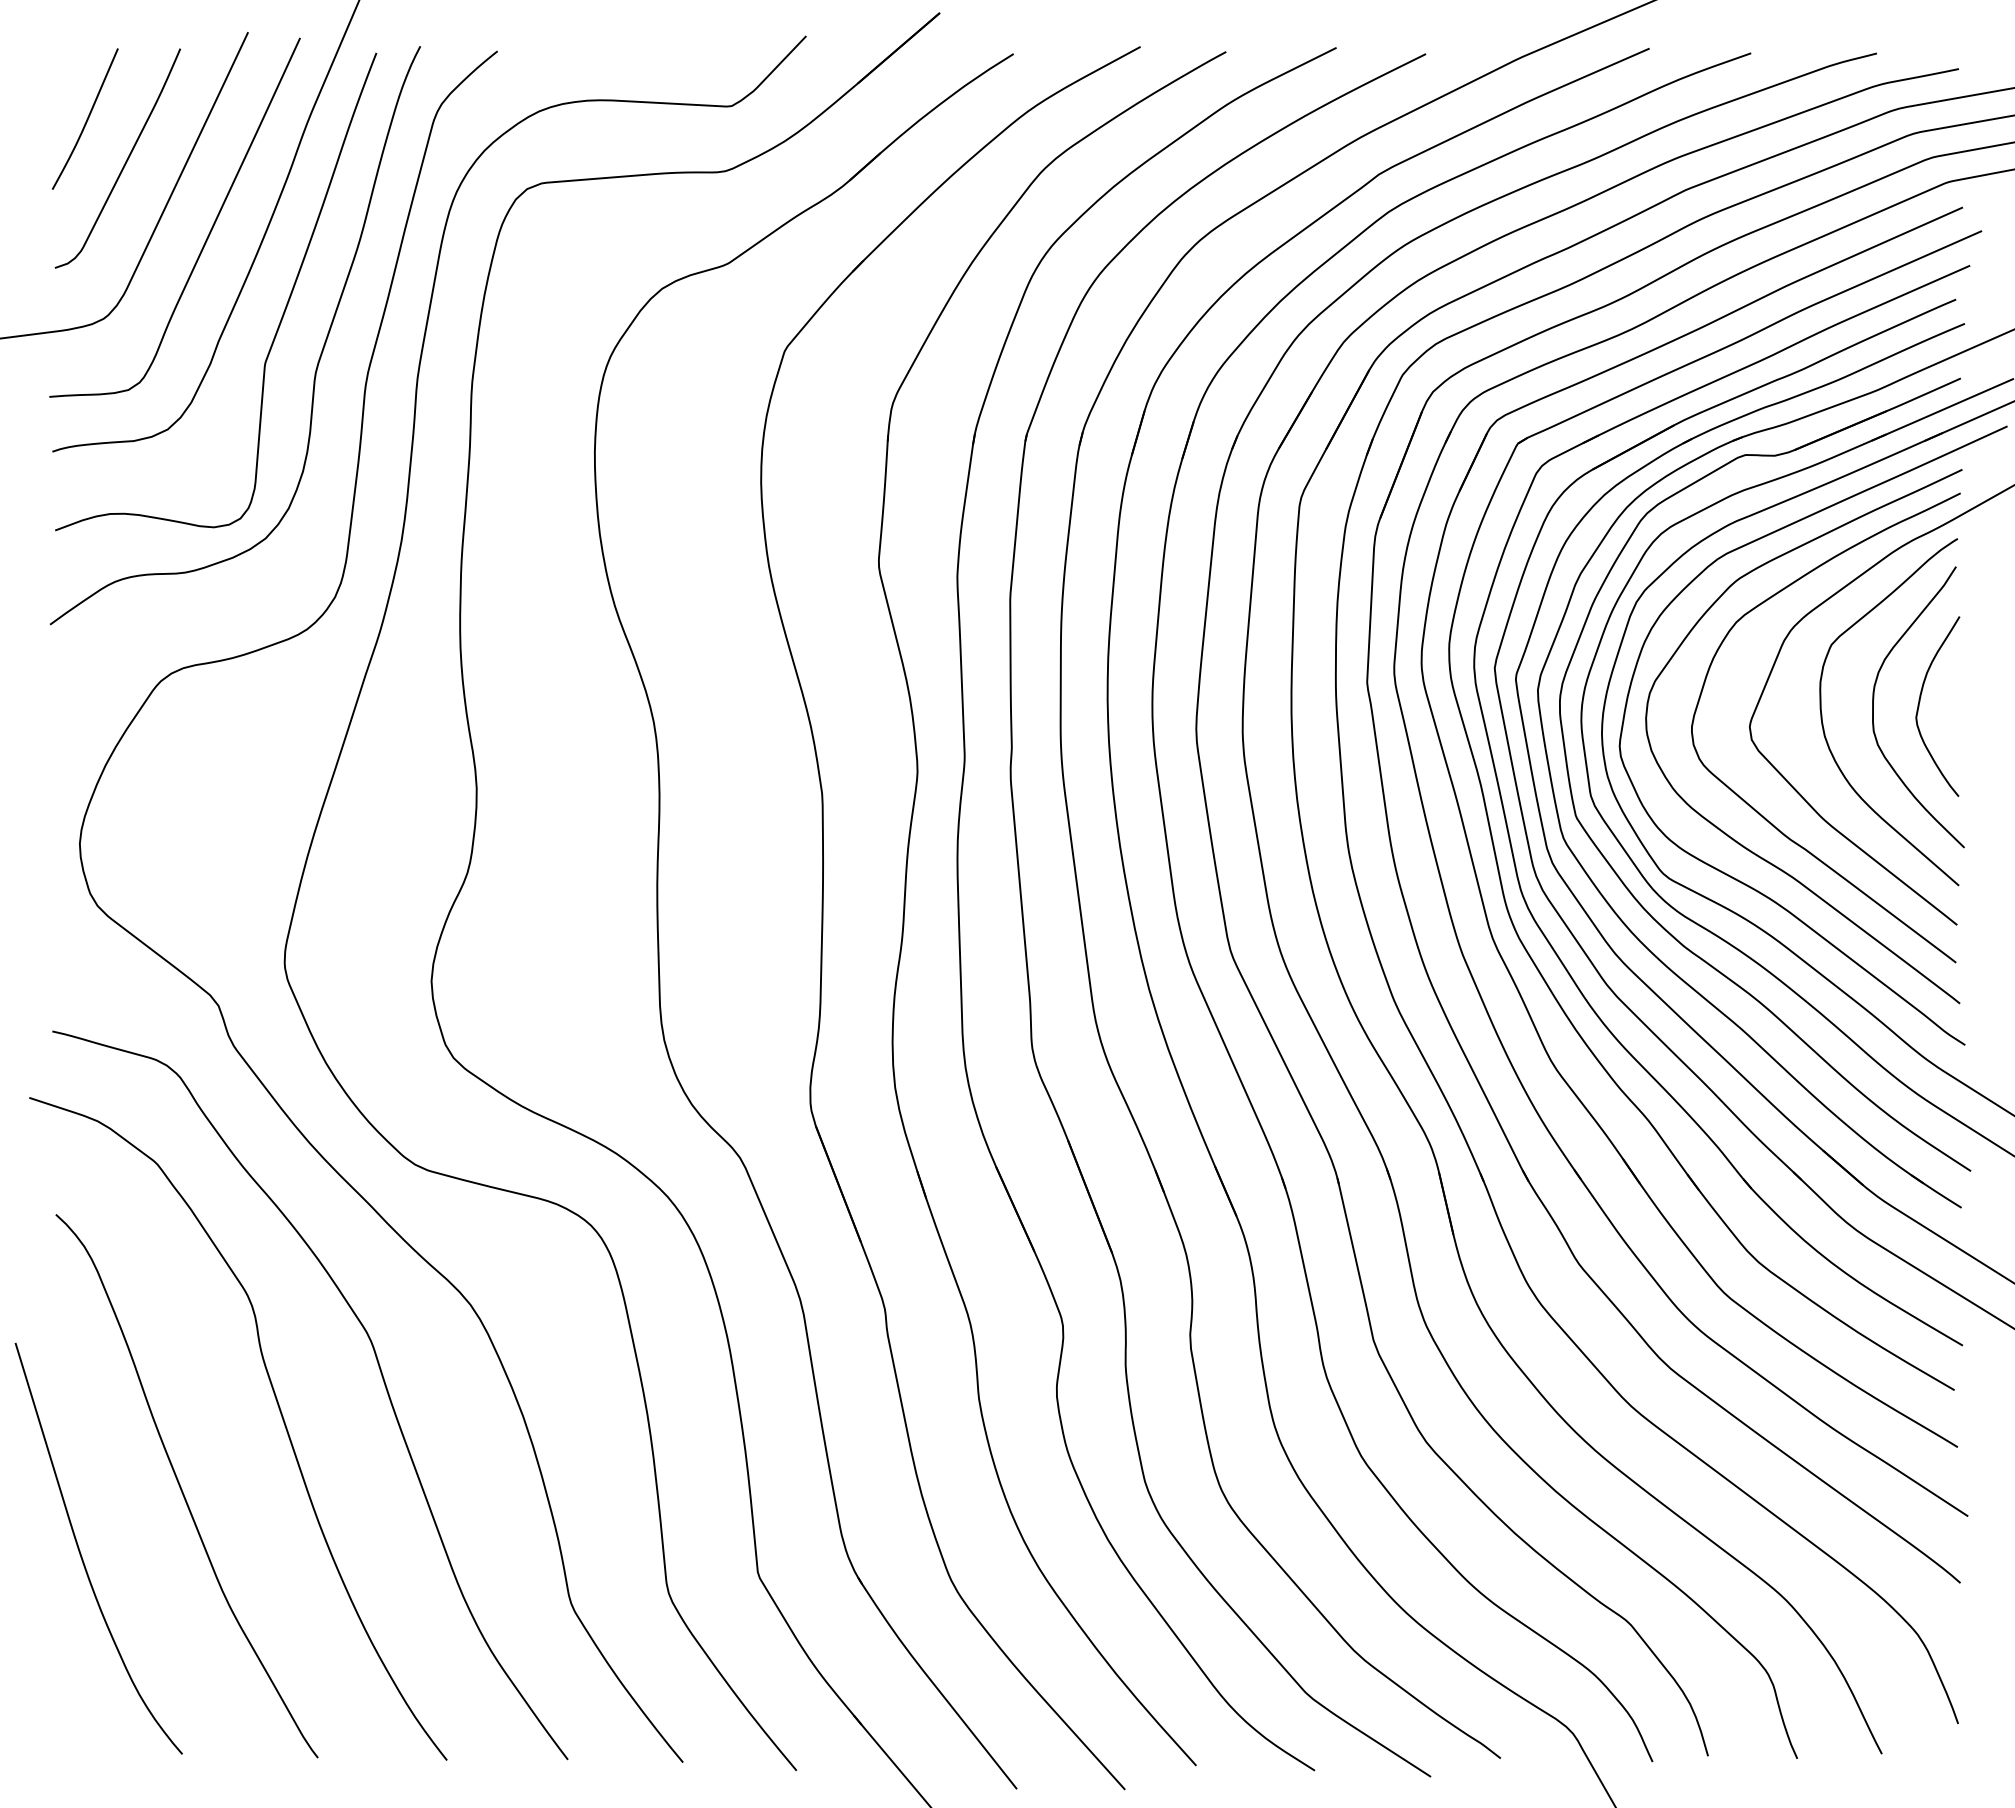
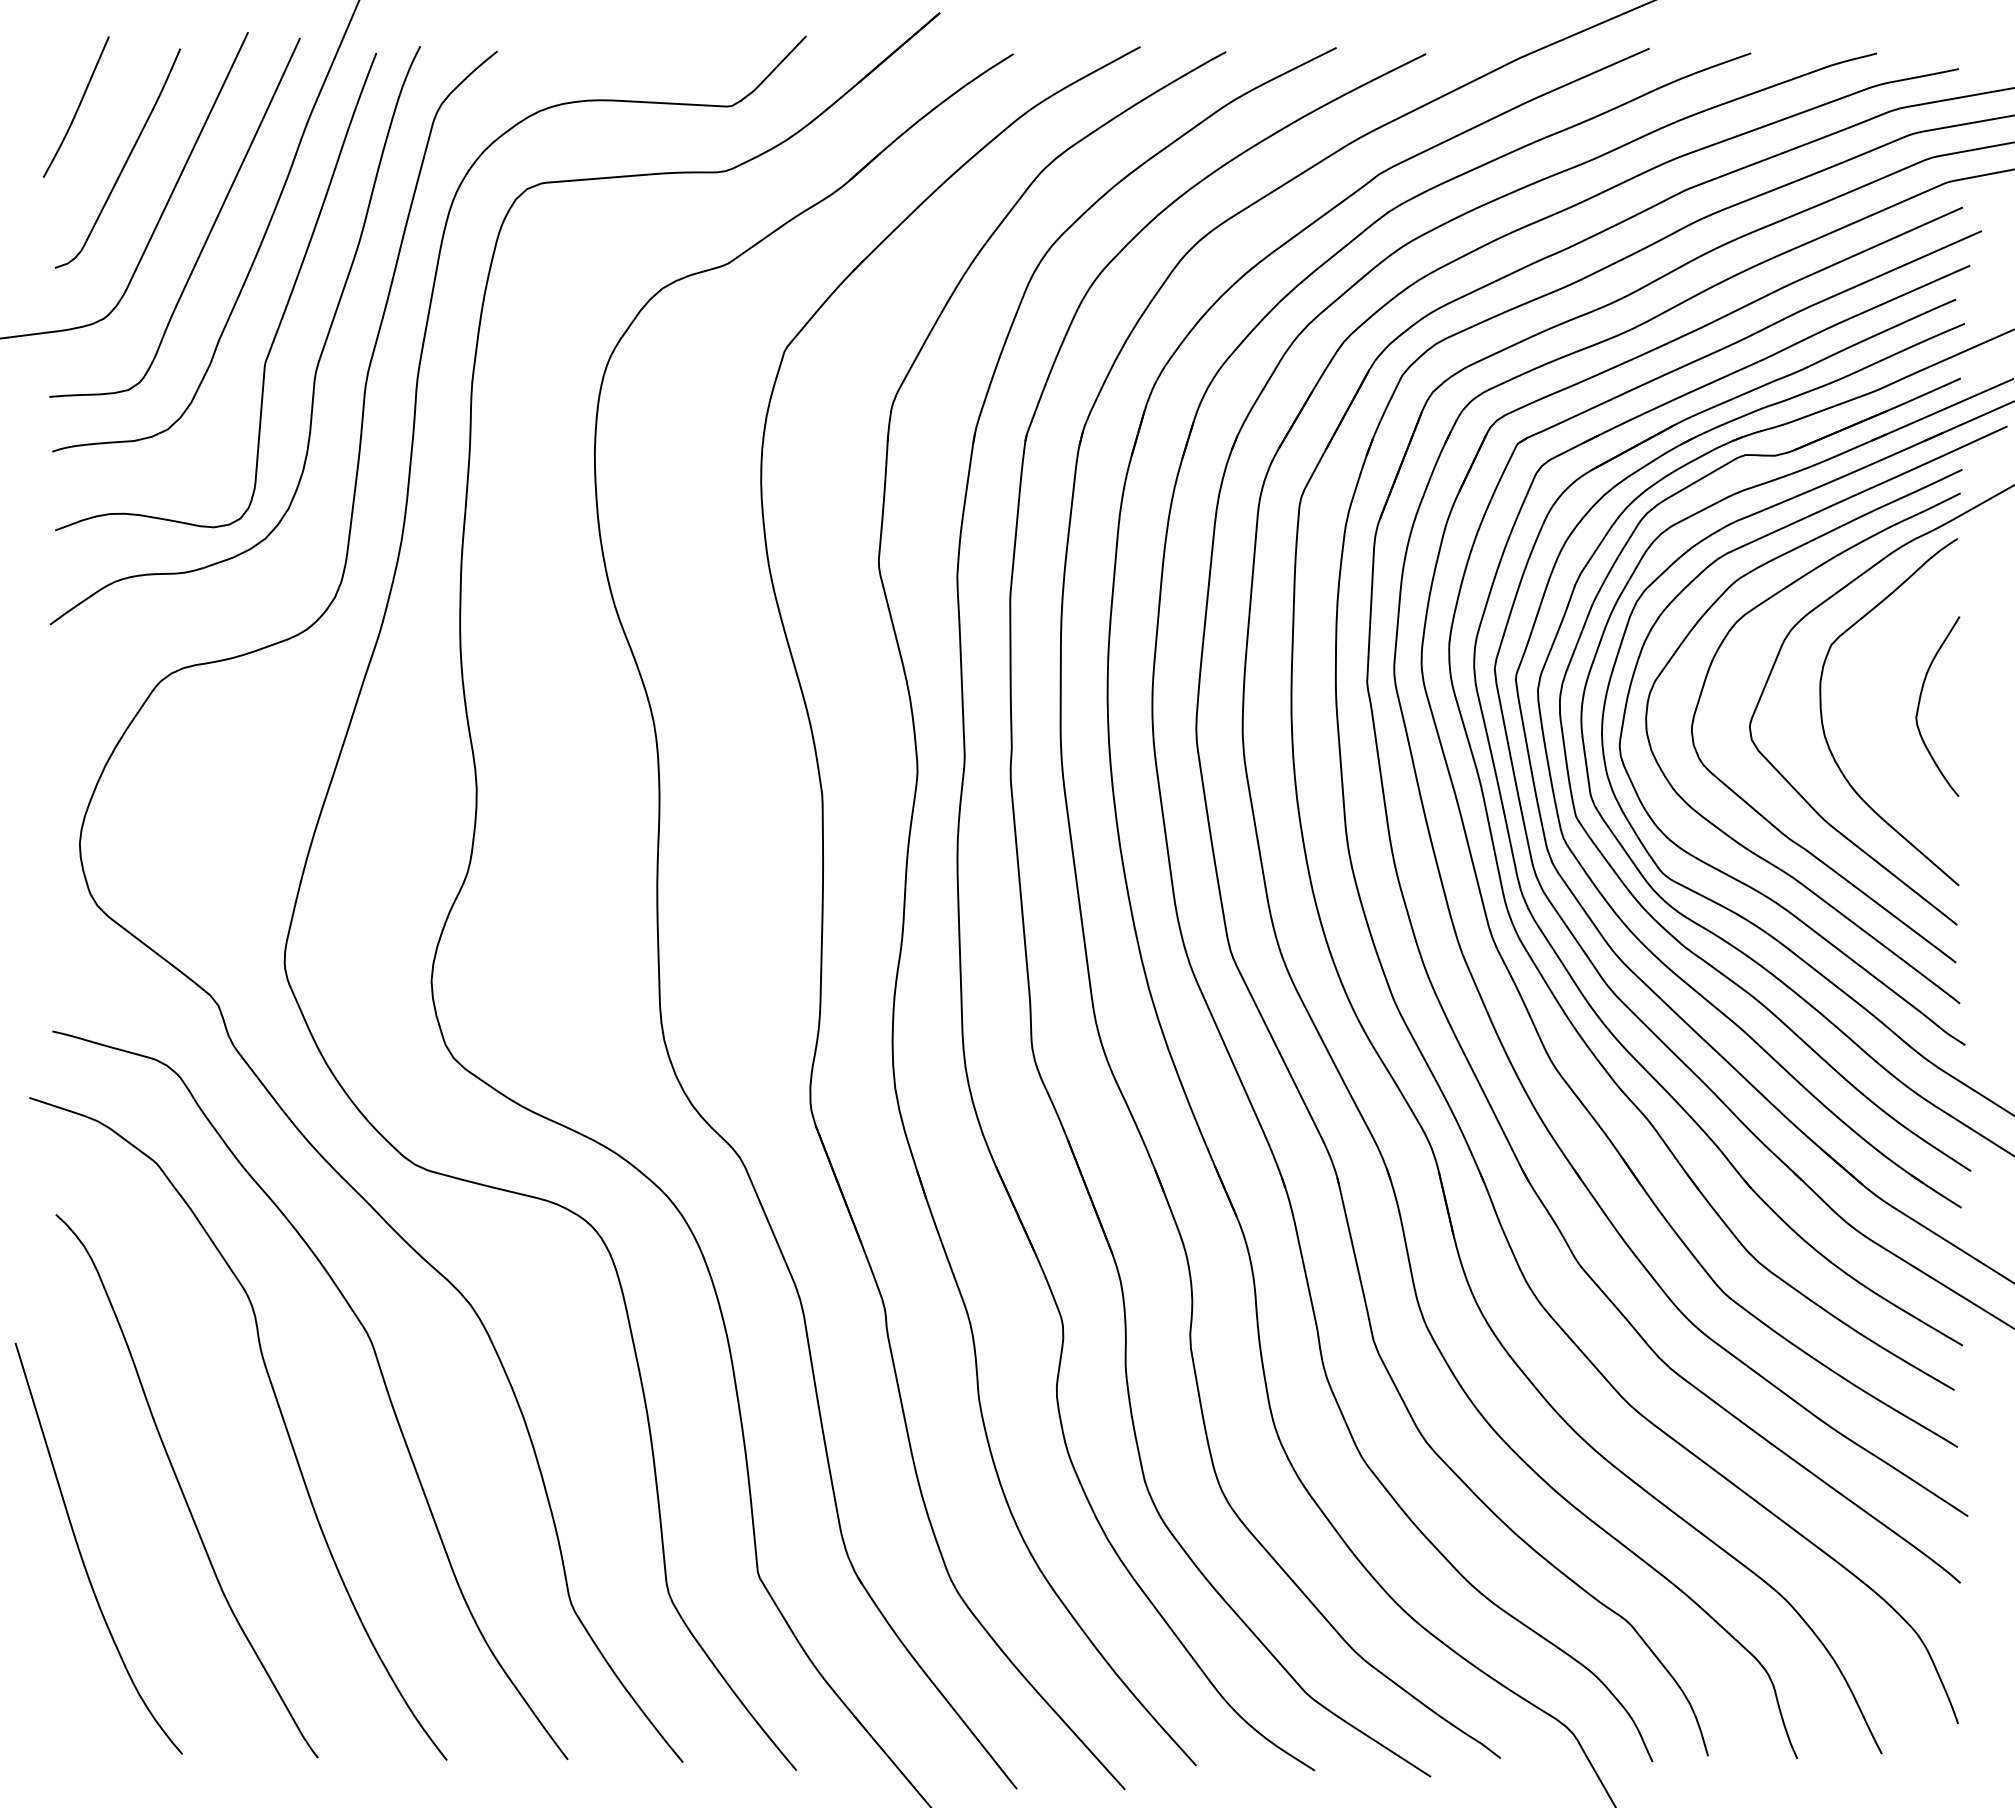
curve at (86, 119) position: (86, 119) -> (77, 107)
curve at (1874, 699): present -> none
